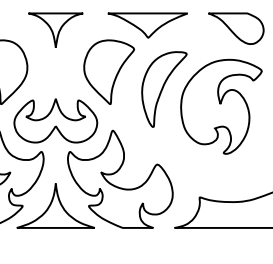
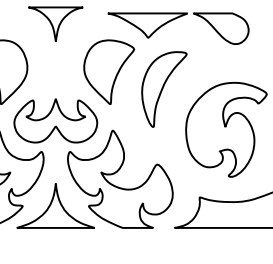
part at (236, 28) position: (236, 28) -> (221, 28)
part at (55, 29) position: (55, 29) -> (55, 23)
part at (221, 106) position: (221, 106) -> (226, 129)
